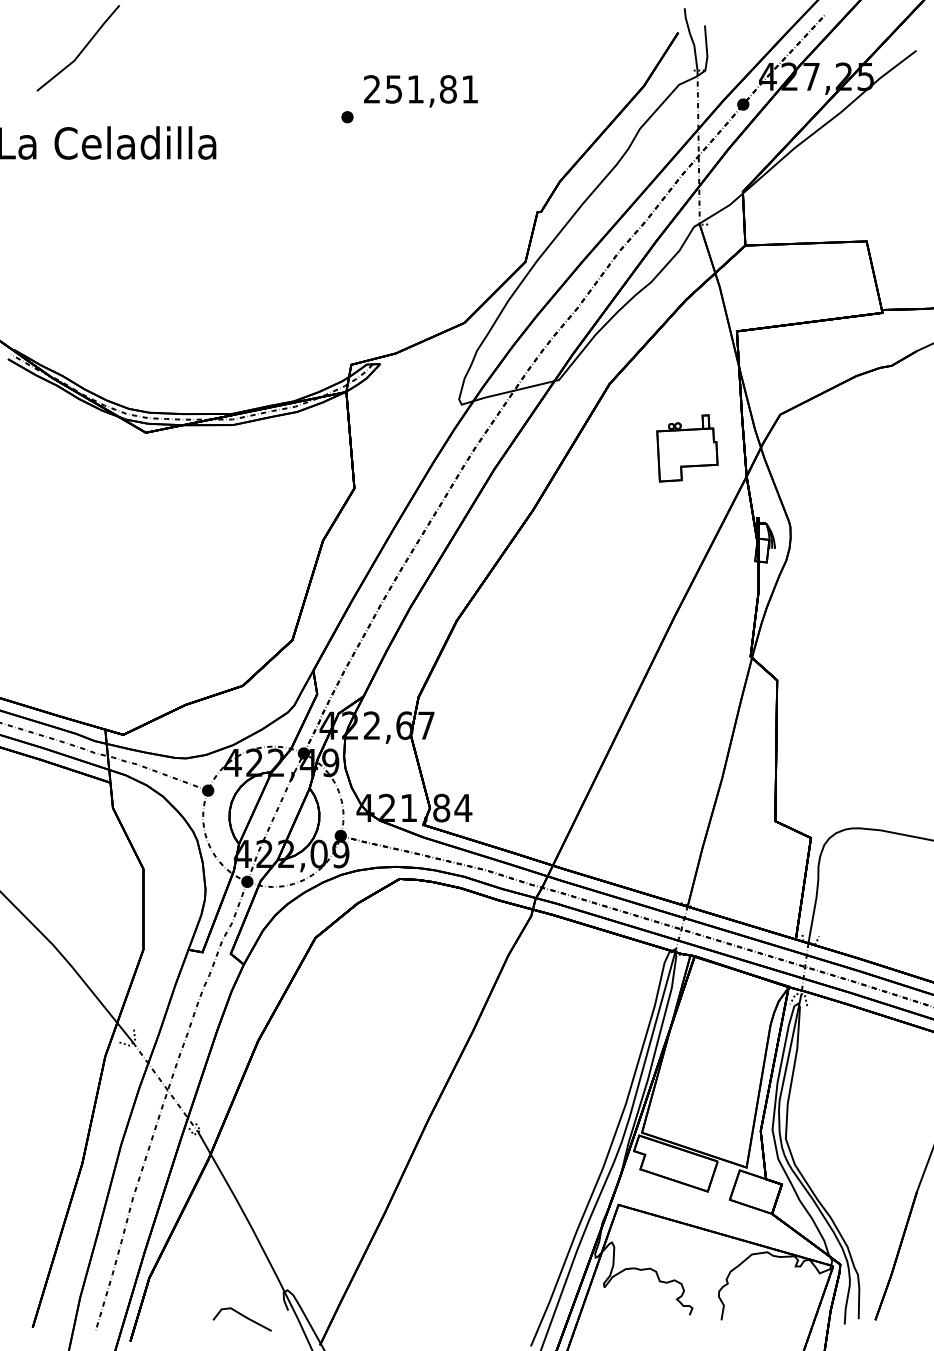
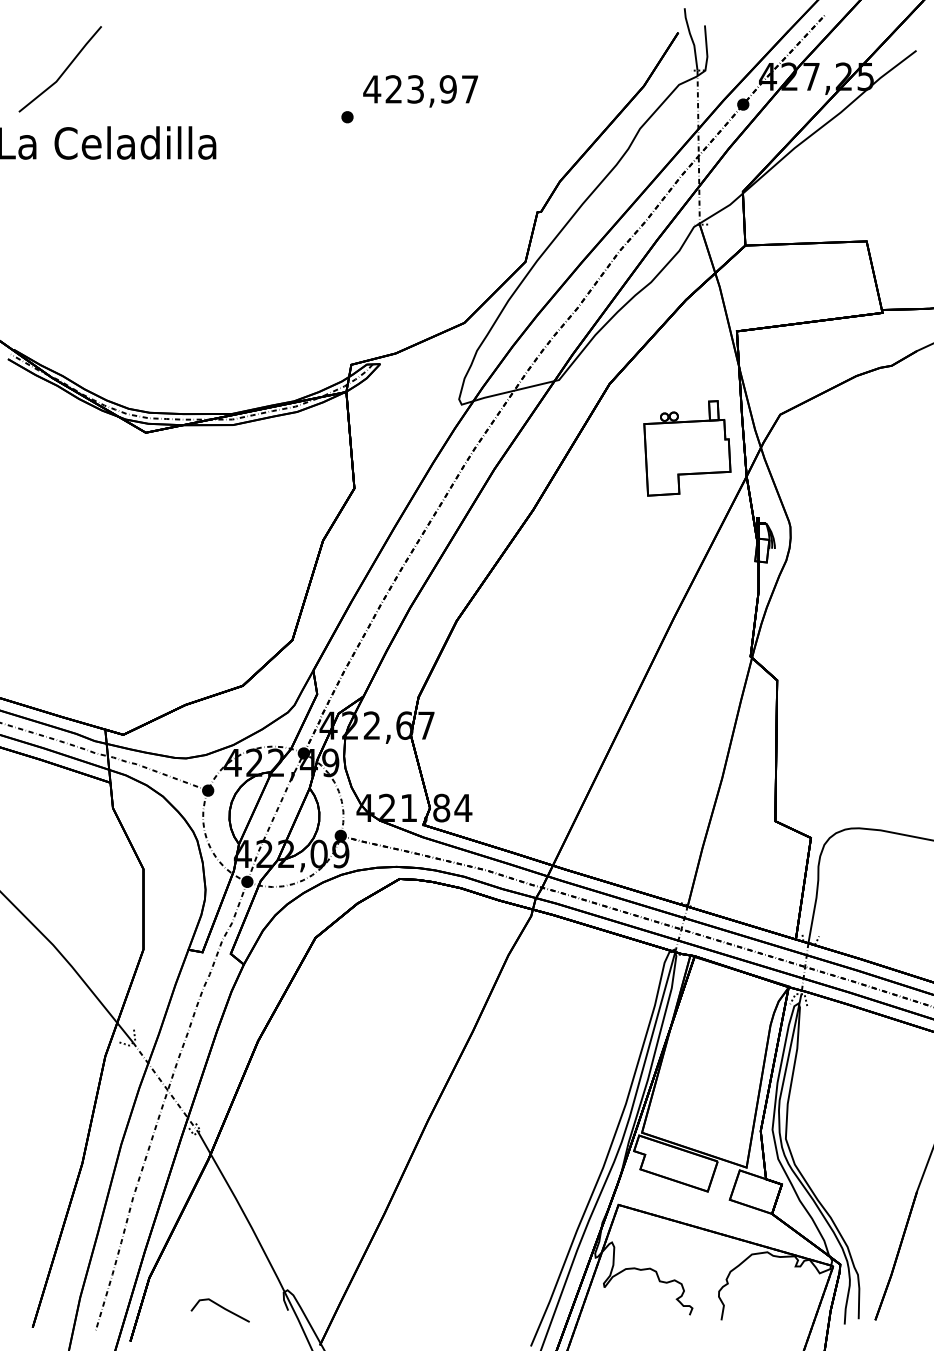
line at (80, 51) position: (80, 51) -> (62, 72)
text at (420, 89): 251,81 -> 423,97
part at (687, 448) size: 63x69 px -> 89x97 px
line at (242, 1316) position: (242, 1316) -> (220, 1307)
